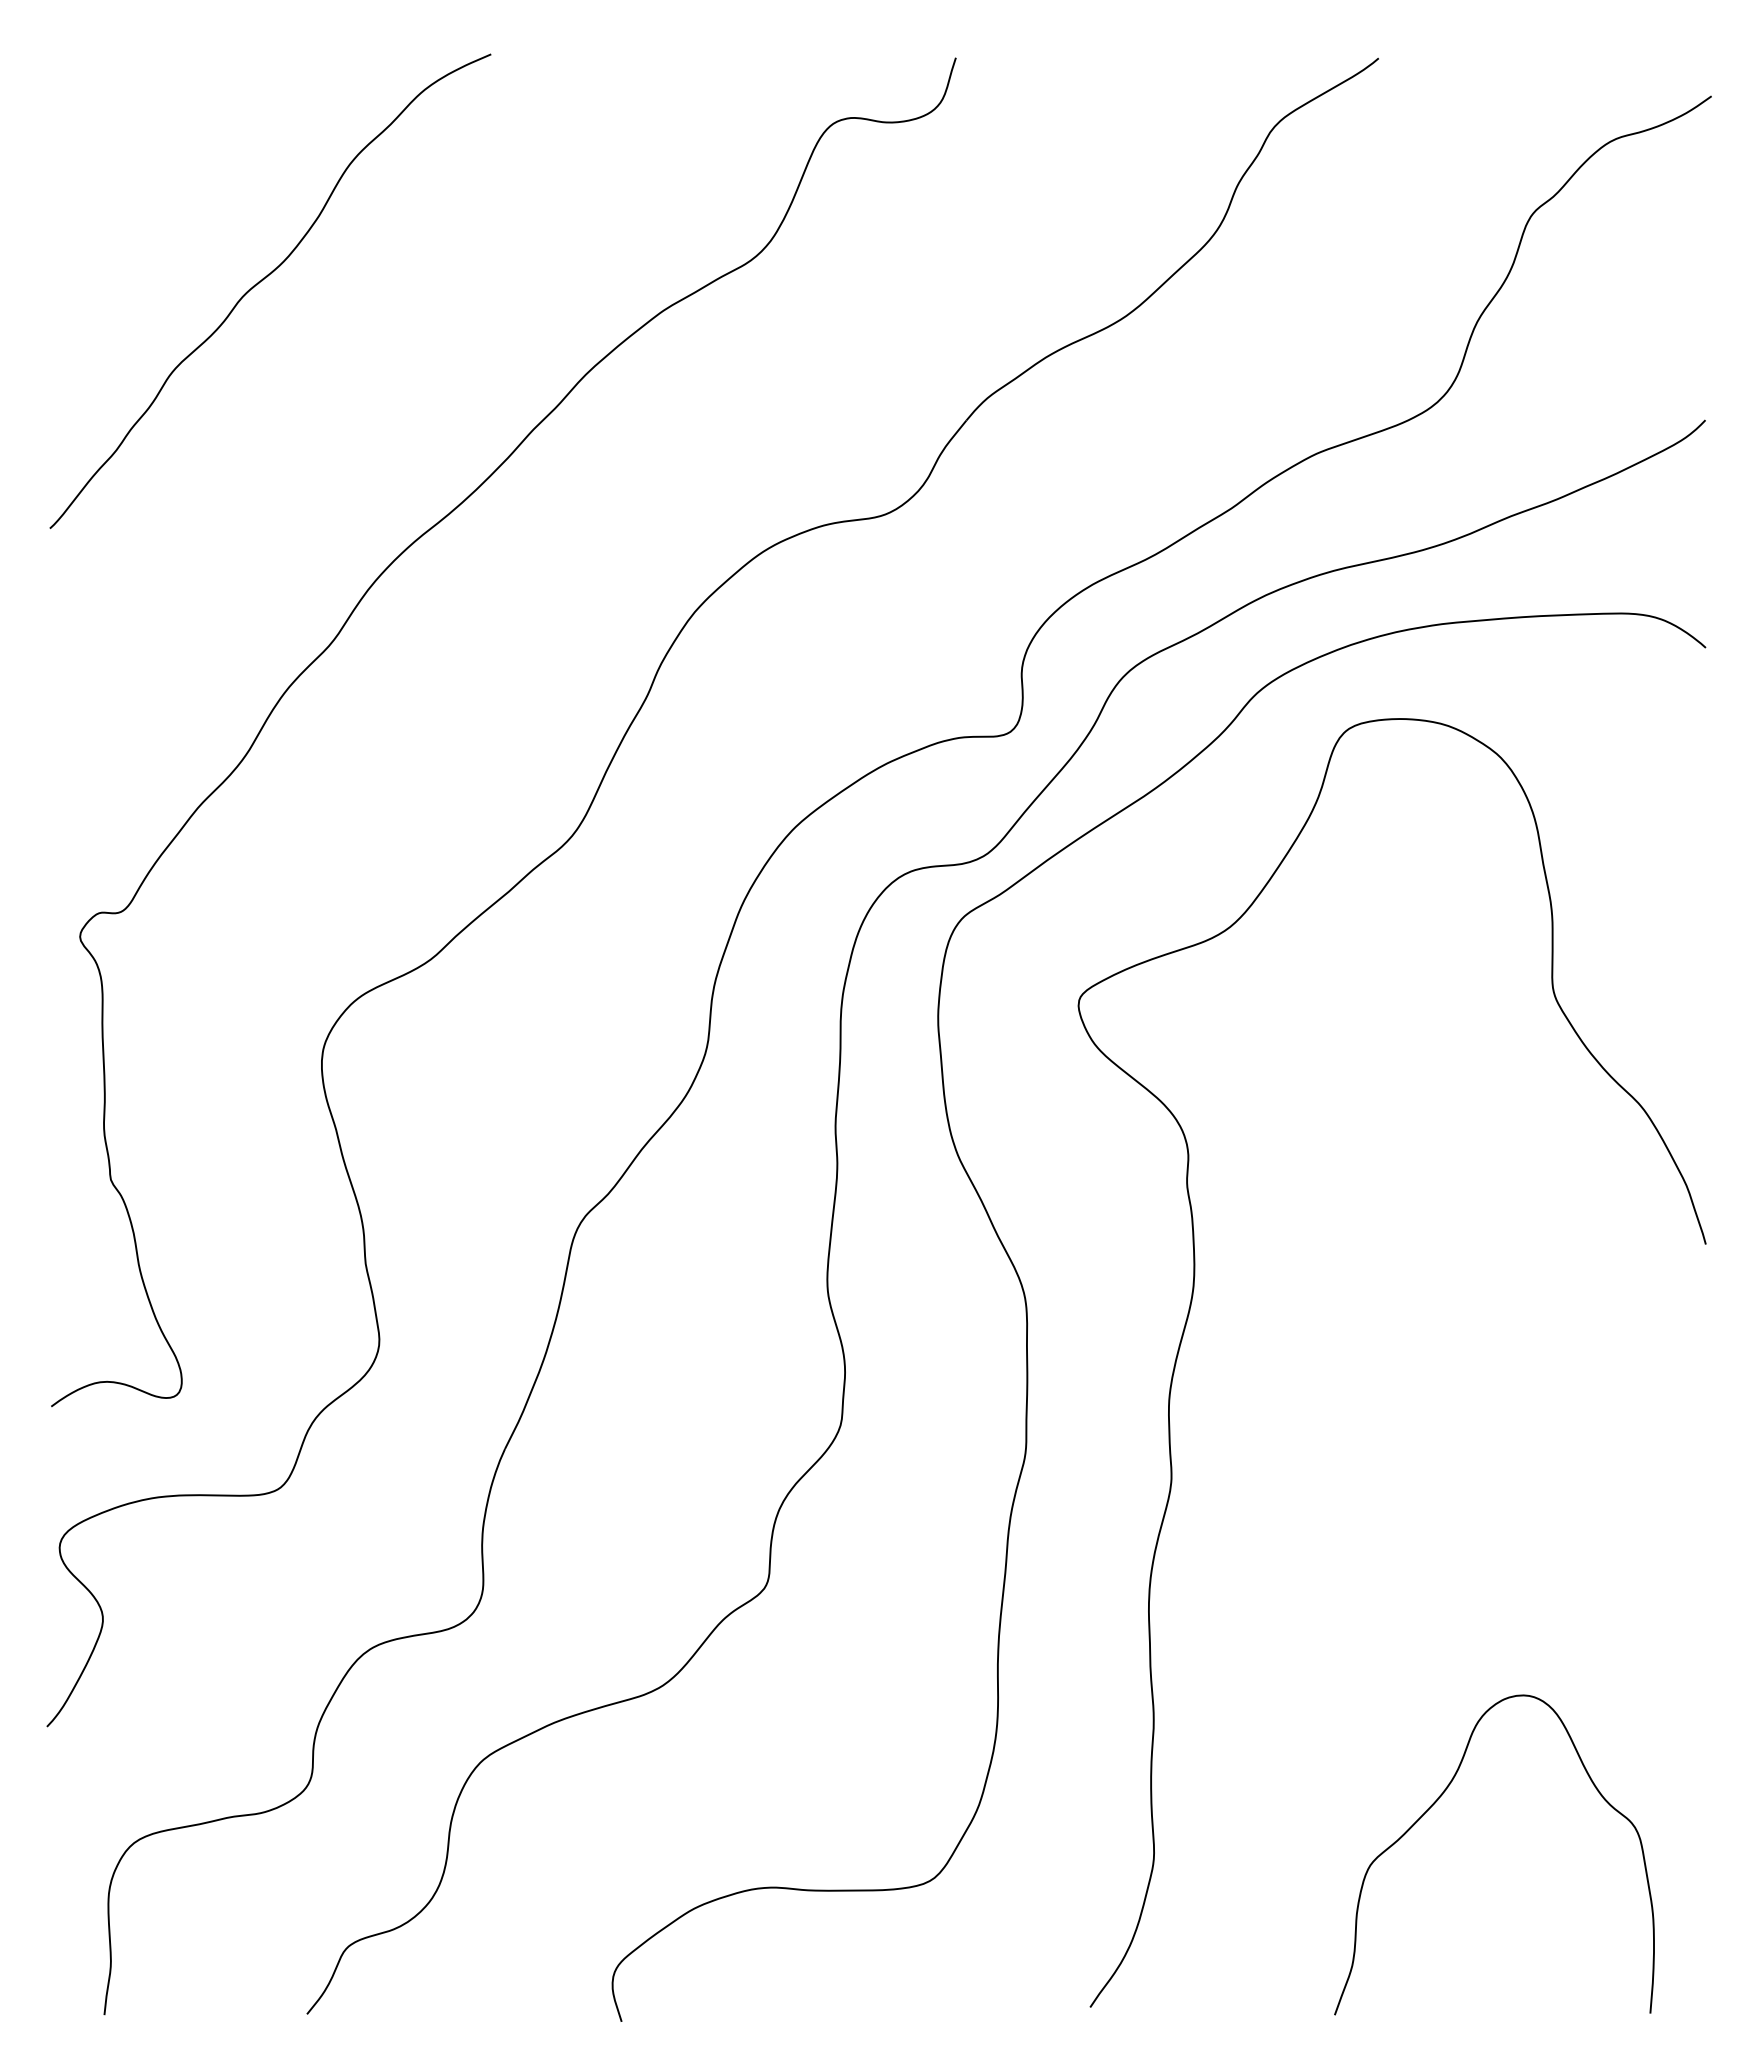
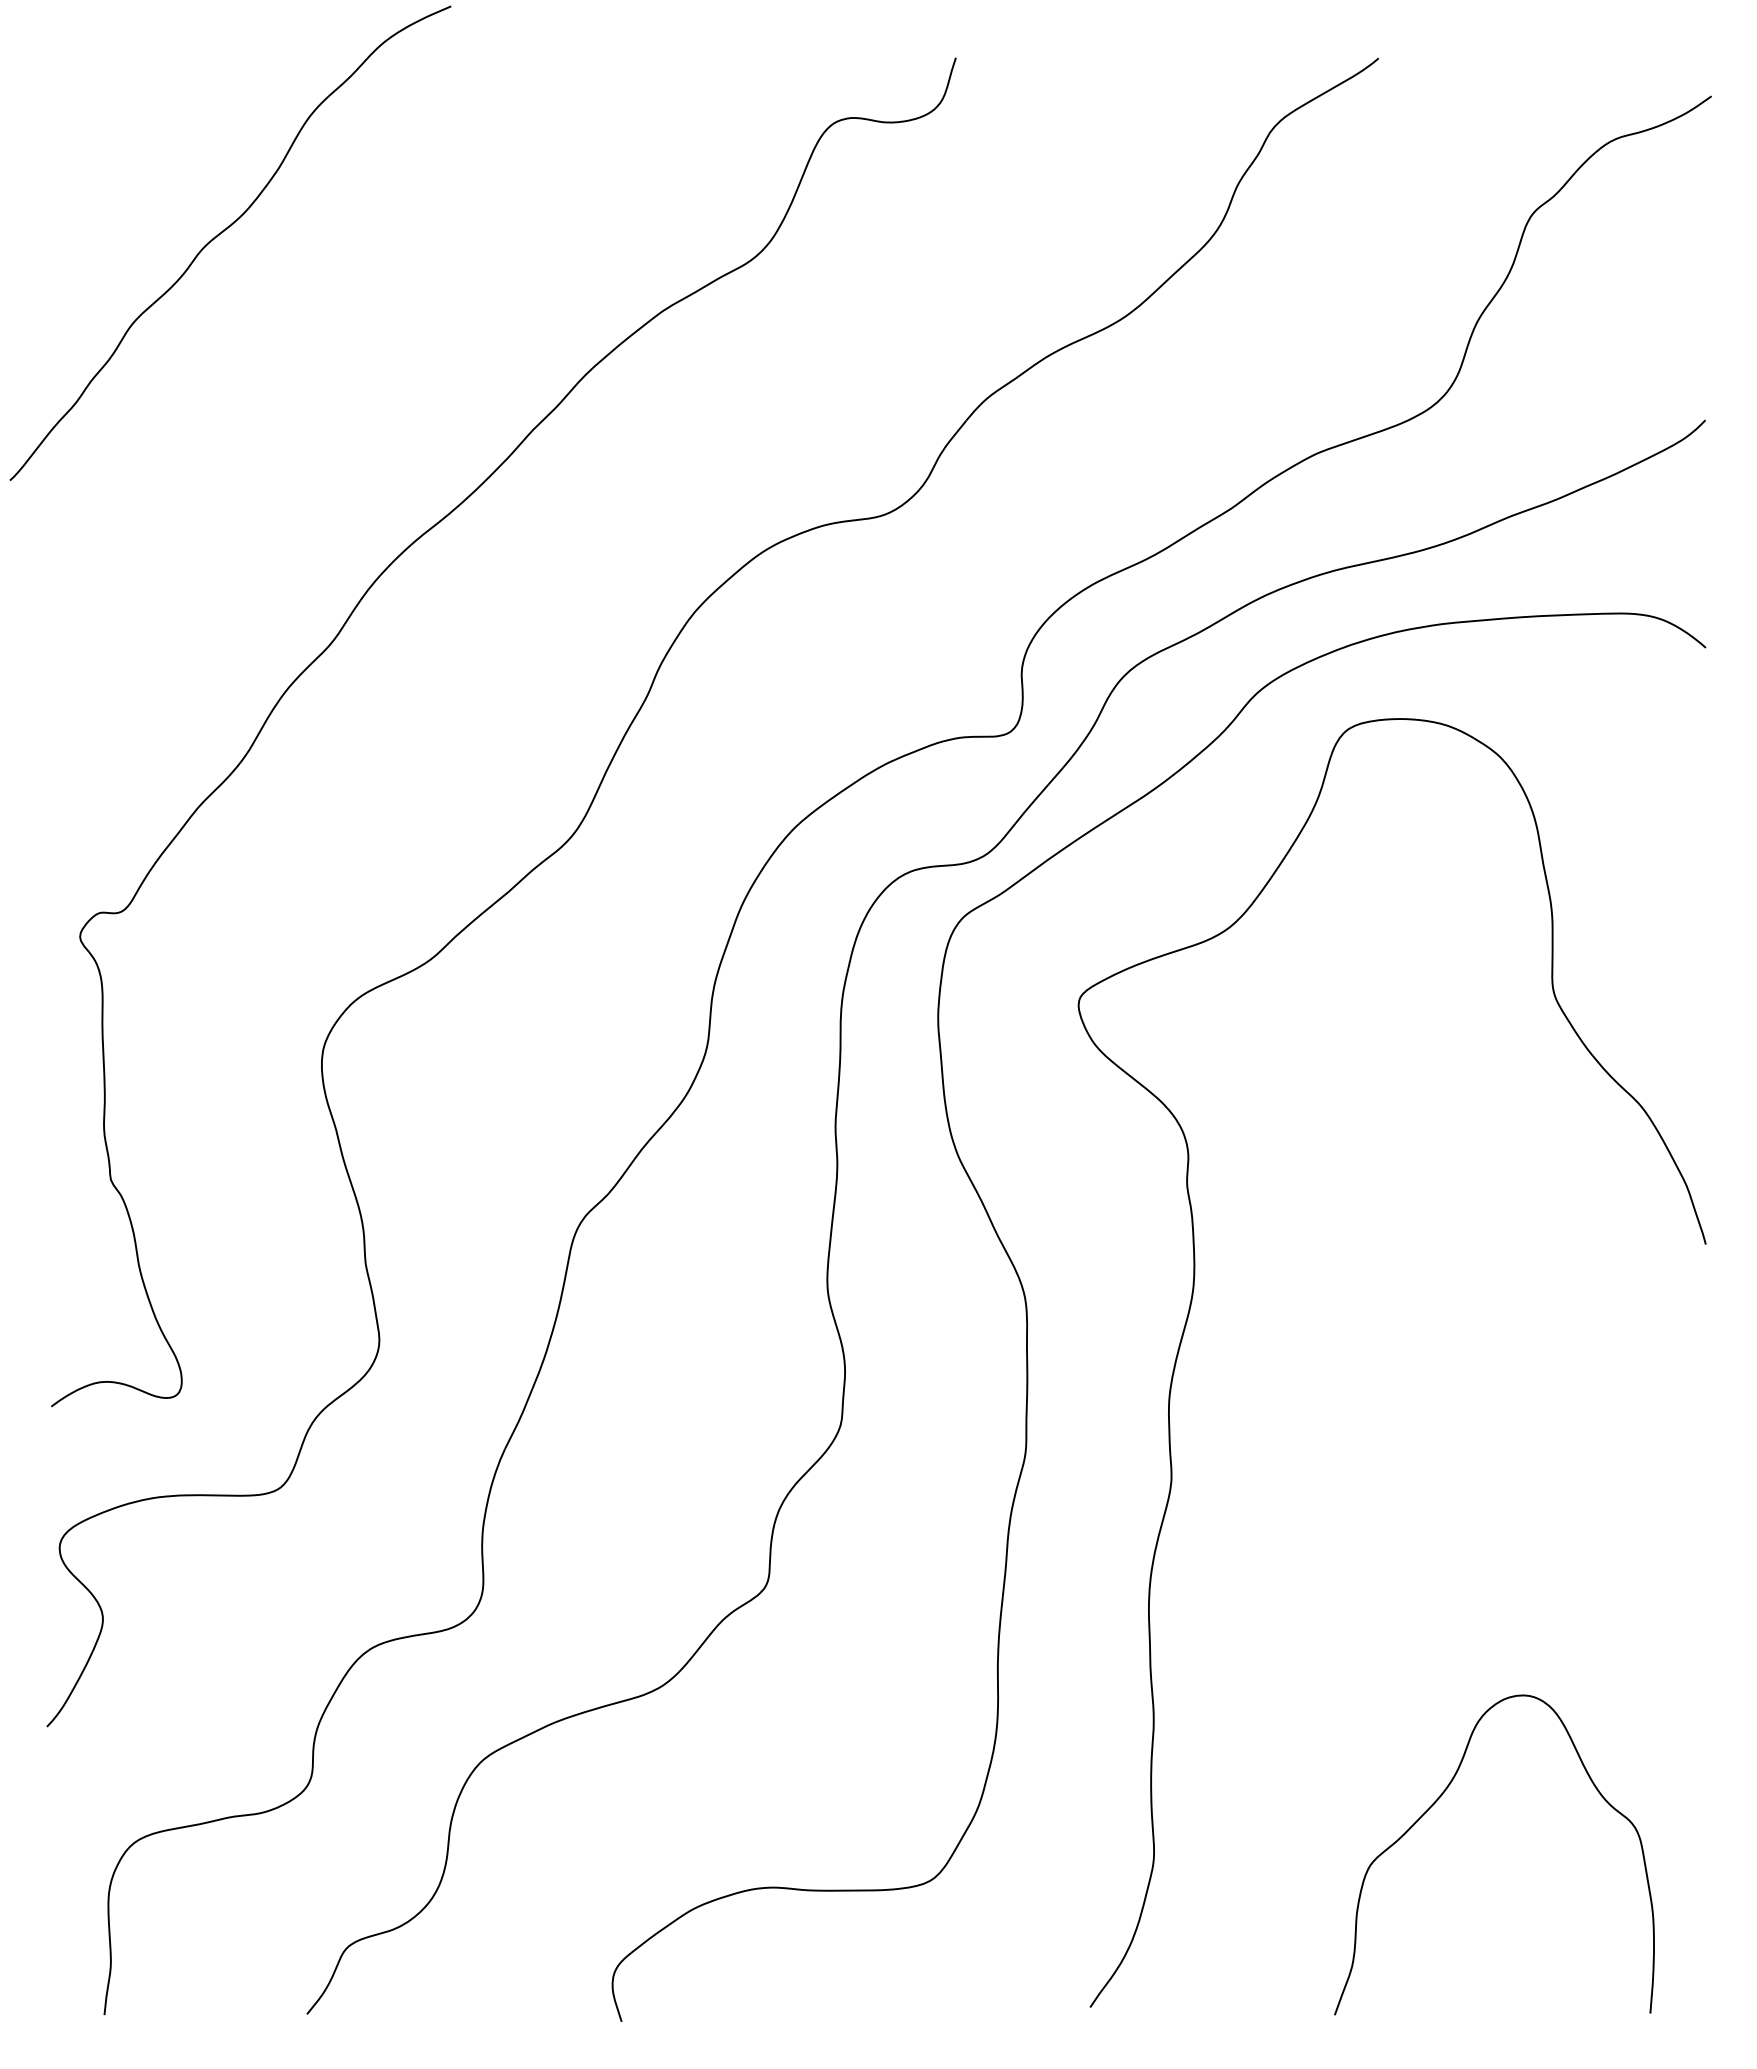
curve at (262, 281) position: (262, 281) -> (222, 233)
